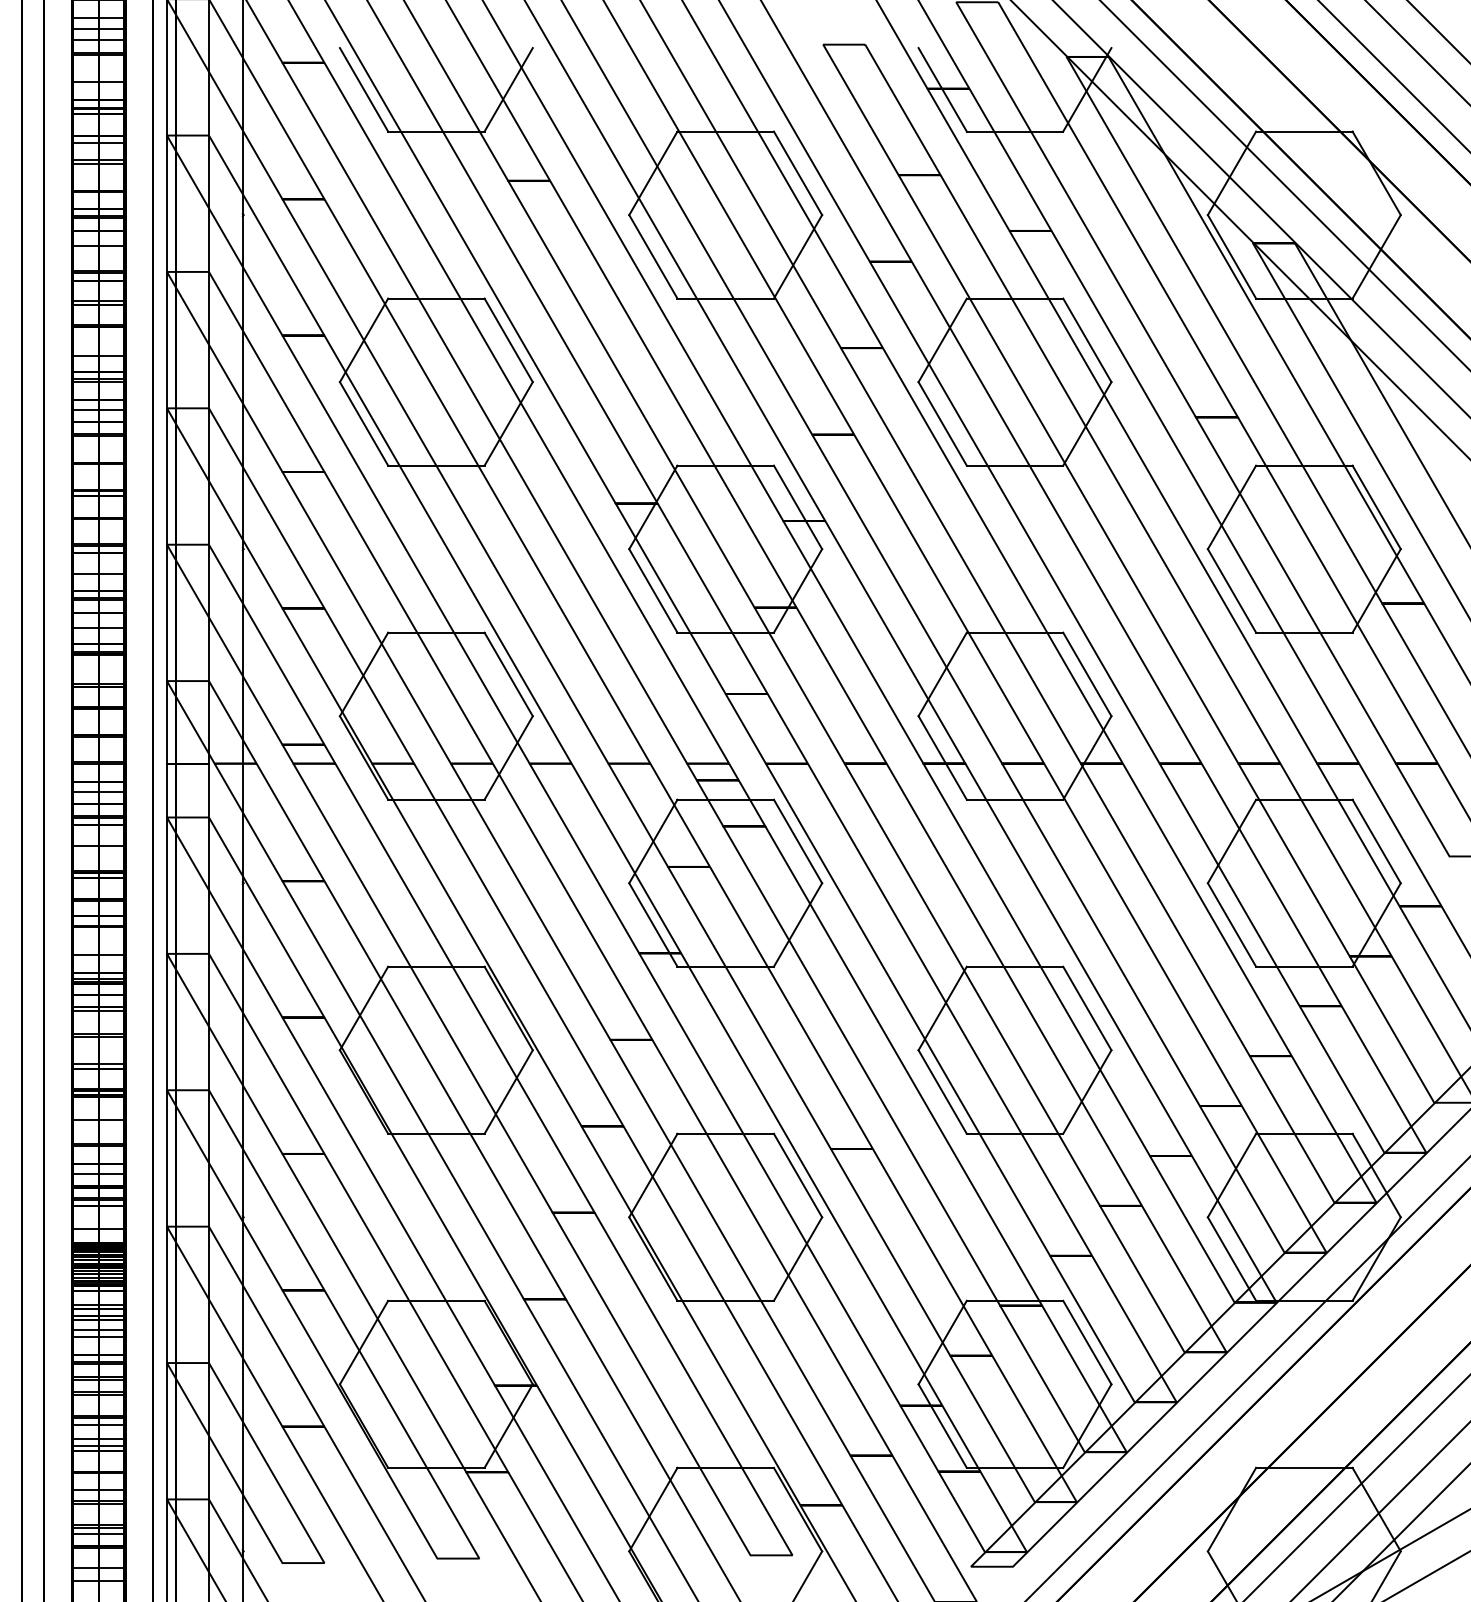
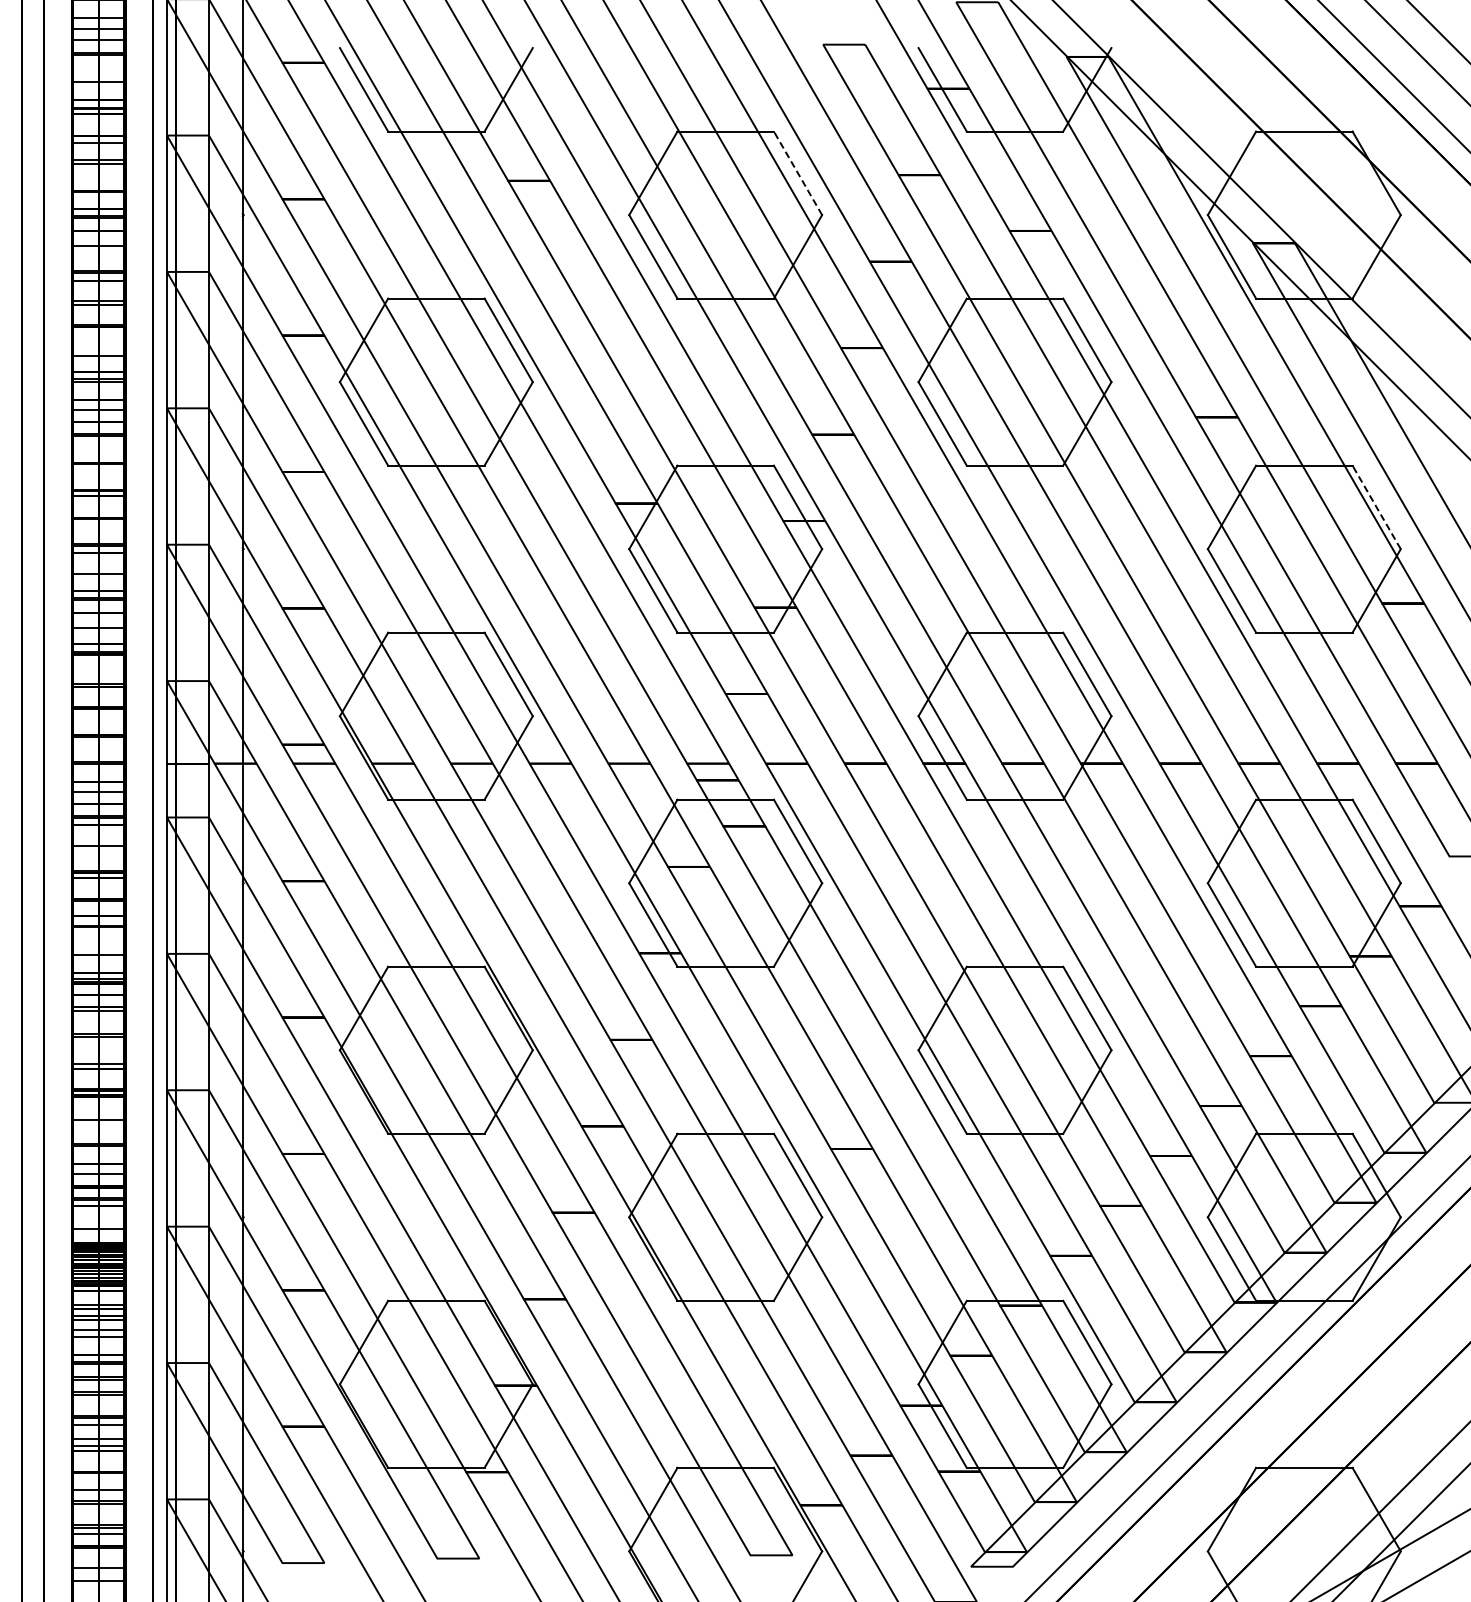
line at (797, 172): solid -> dashed
line at (1284, 185): present -> none
line at (1376, 506): solid -> dashed
line at (1356, 1487): present -> none
